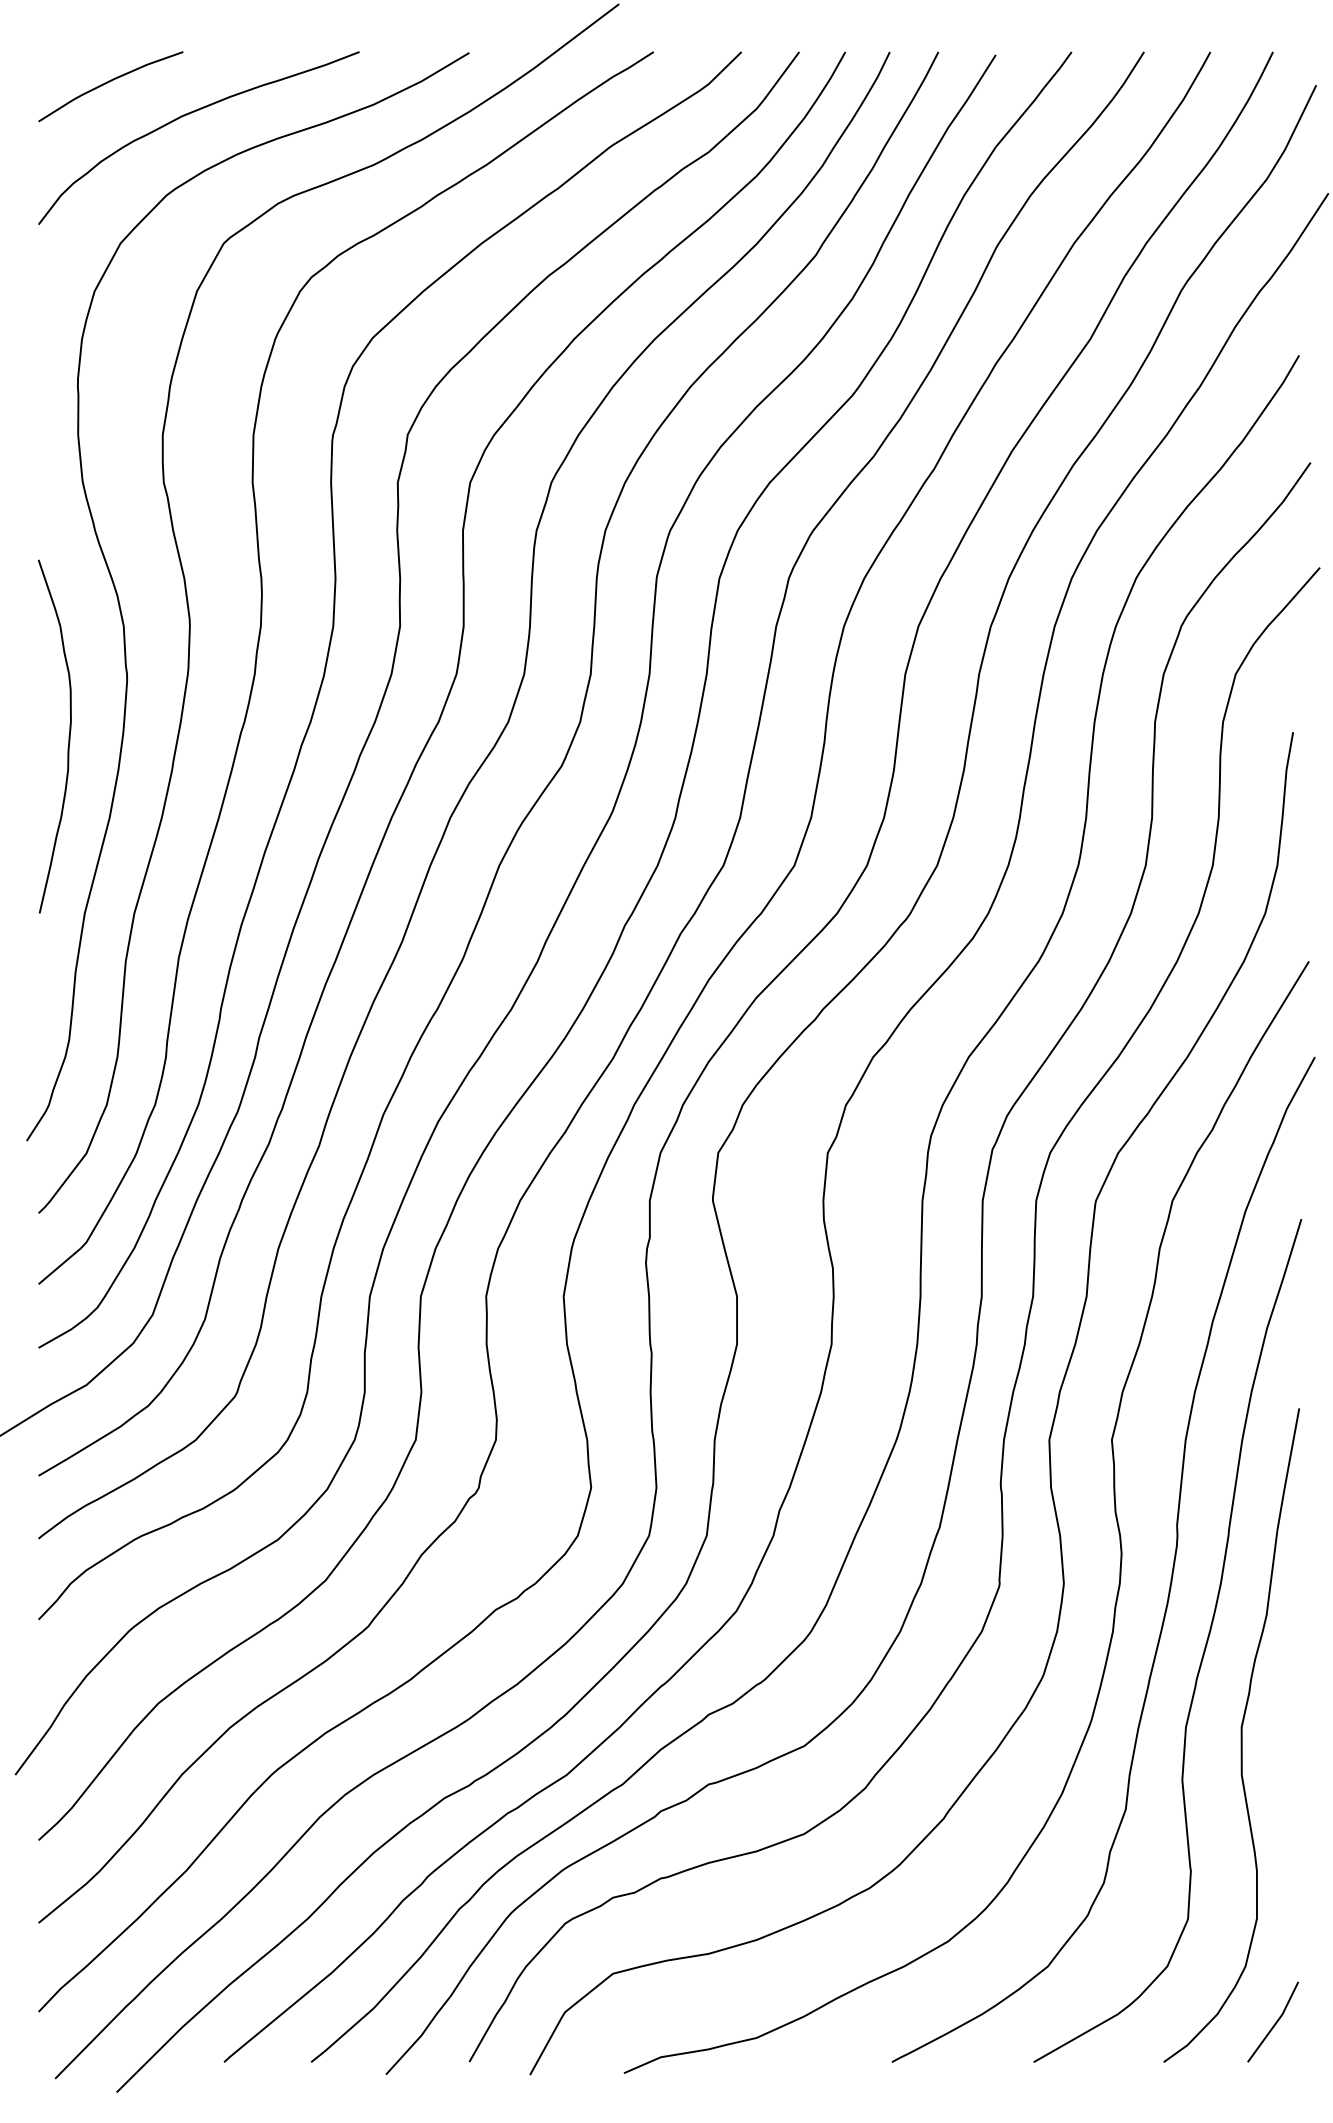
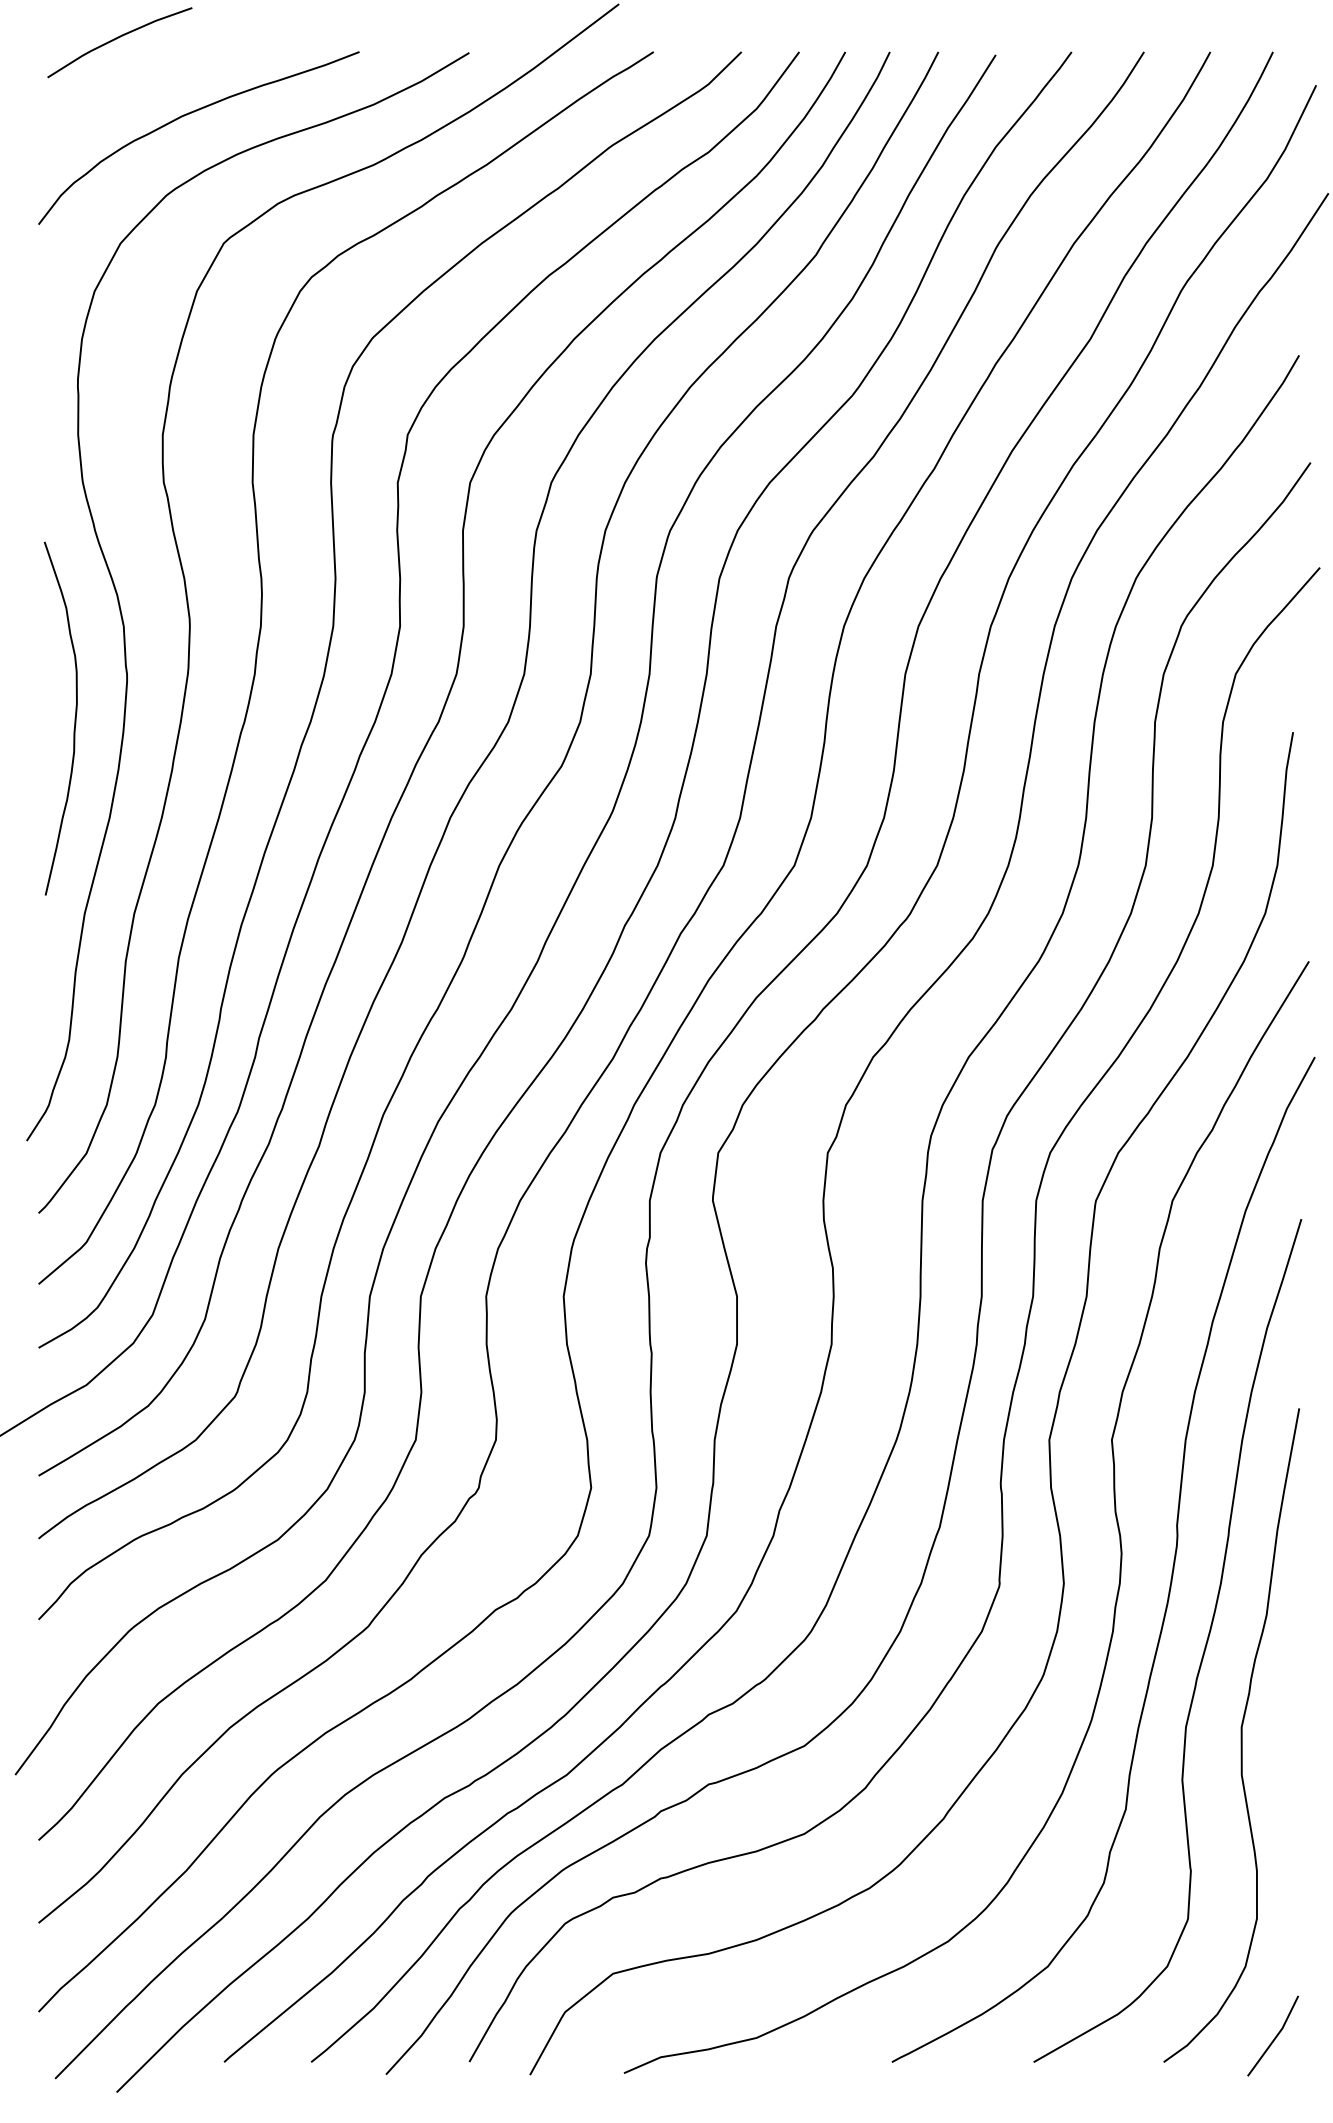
curve at (109, 82) position: (109, 82) -> (118, 38)
curve at (68, 736) position: (68, 736) -> (74, 718)
line at (1275, 2022) position: (1275, 2022) -> (1275, 2036)
